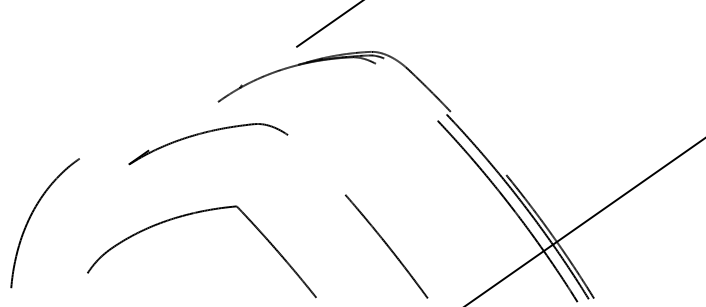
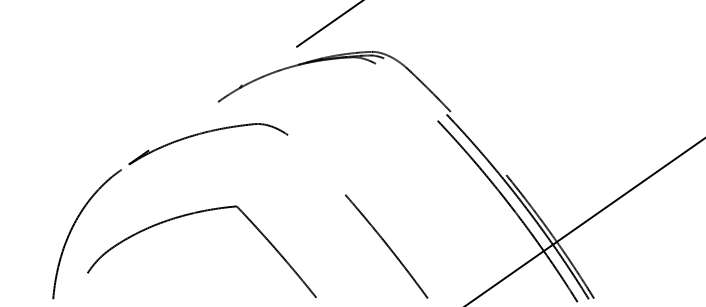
curve at (31, 216) position: (31, 216) -> (73, 227)
